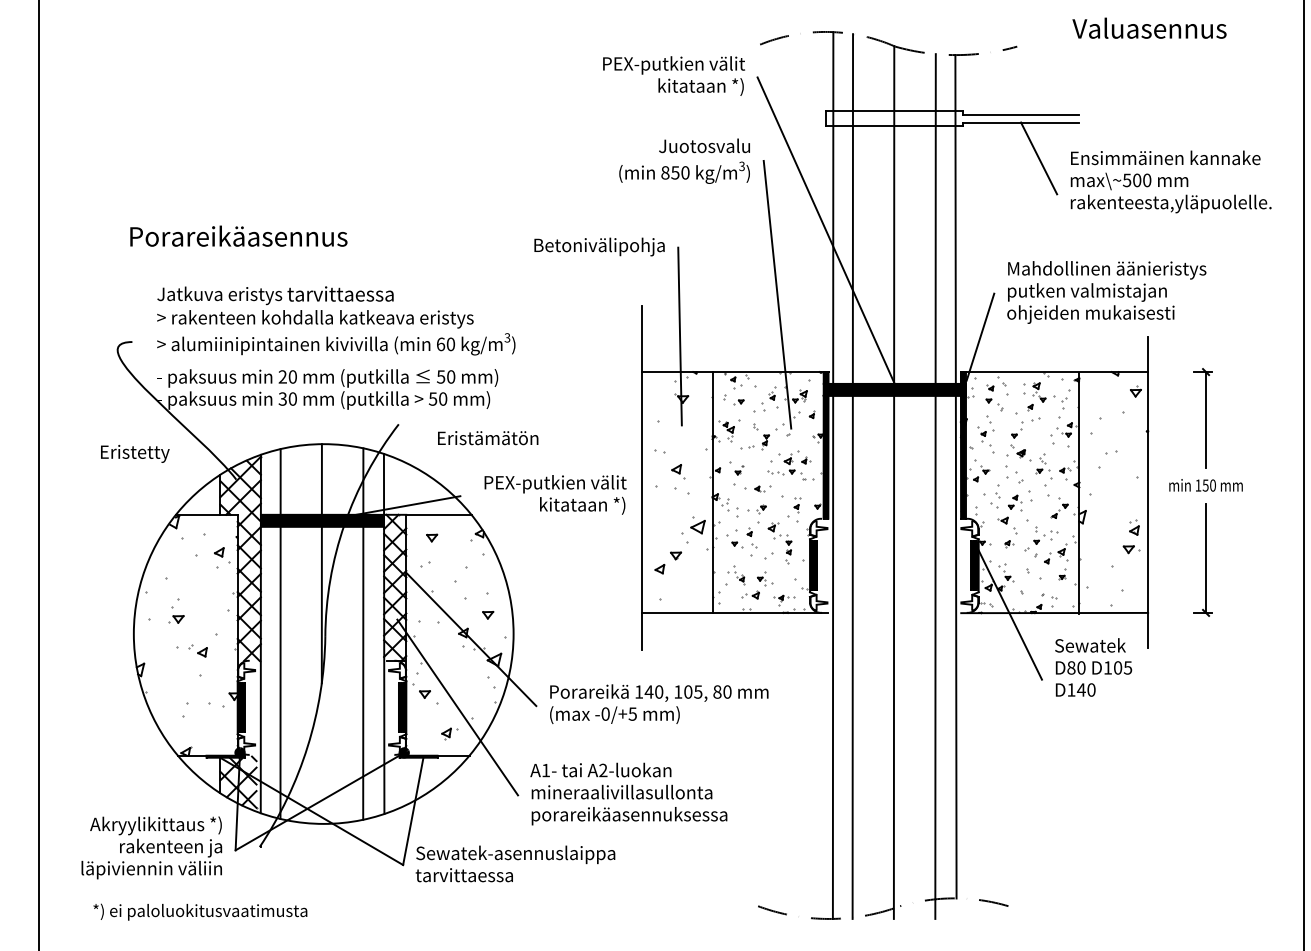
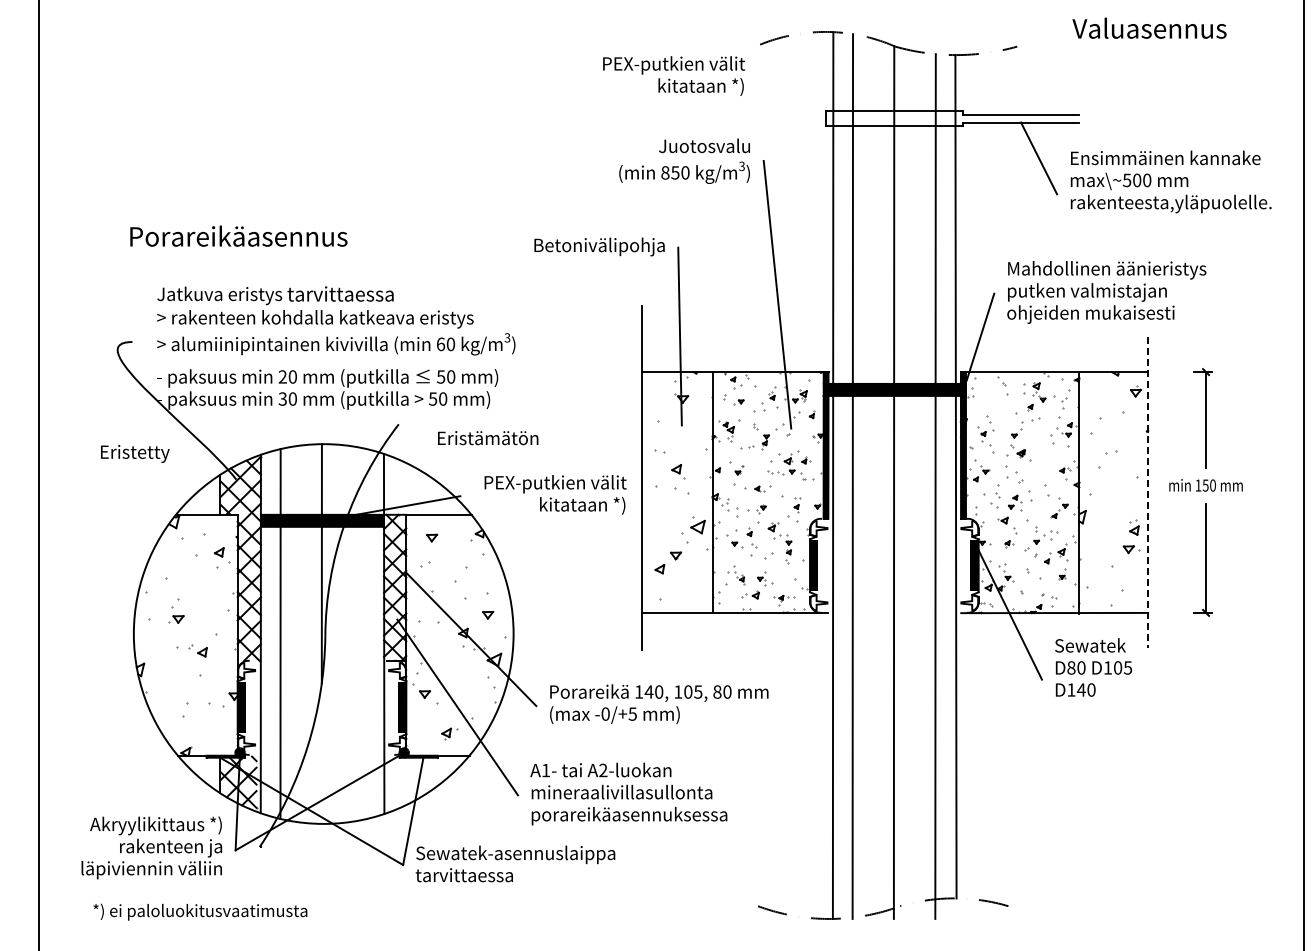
line at (825, 230): present -> none
part at (994, 397): present -> none
part at (1043, 466): present -> none
line at (1148, 492): solid -> dashed
line at (363, 633): present -> none
